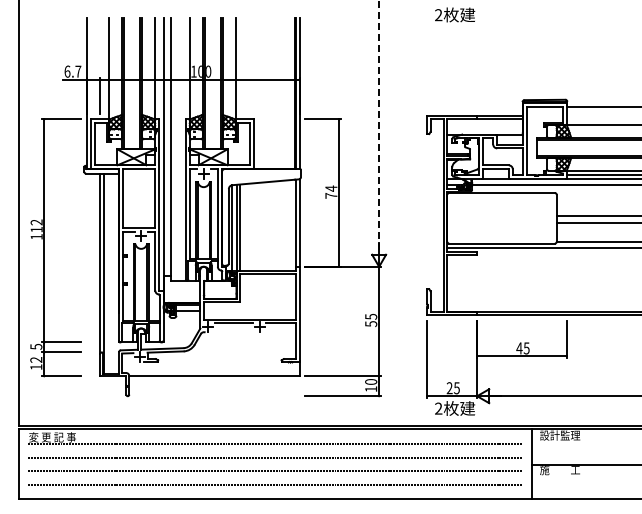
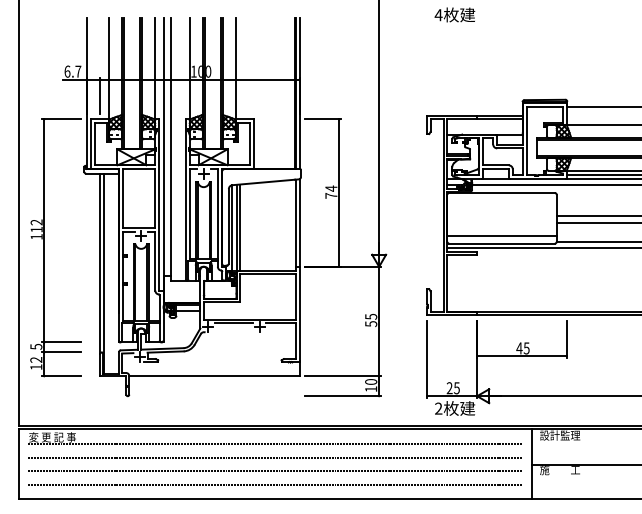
text at (438, 15): 2 -> 4
line at (379, 126): dashed -> solid
line at (501, 235): none -> present
